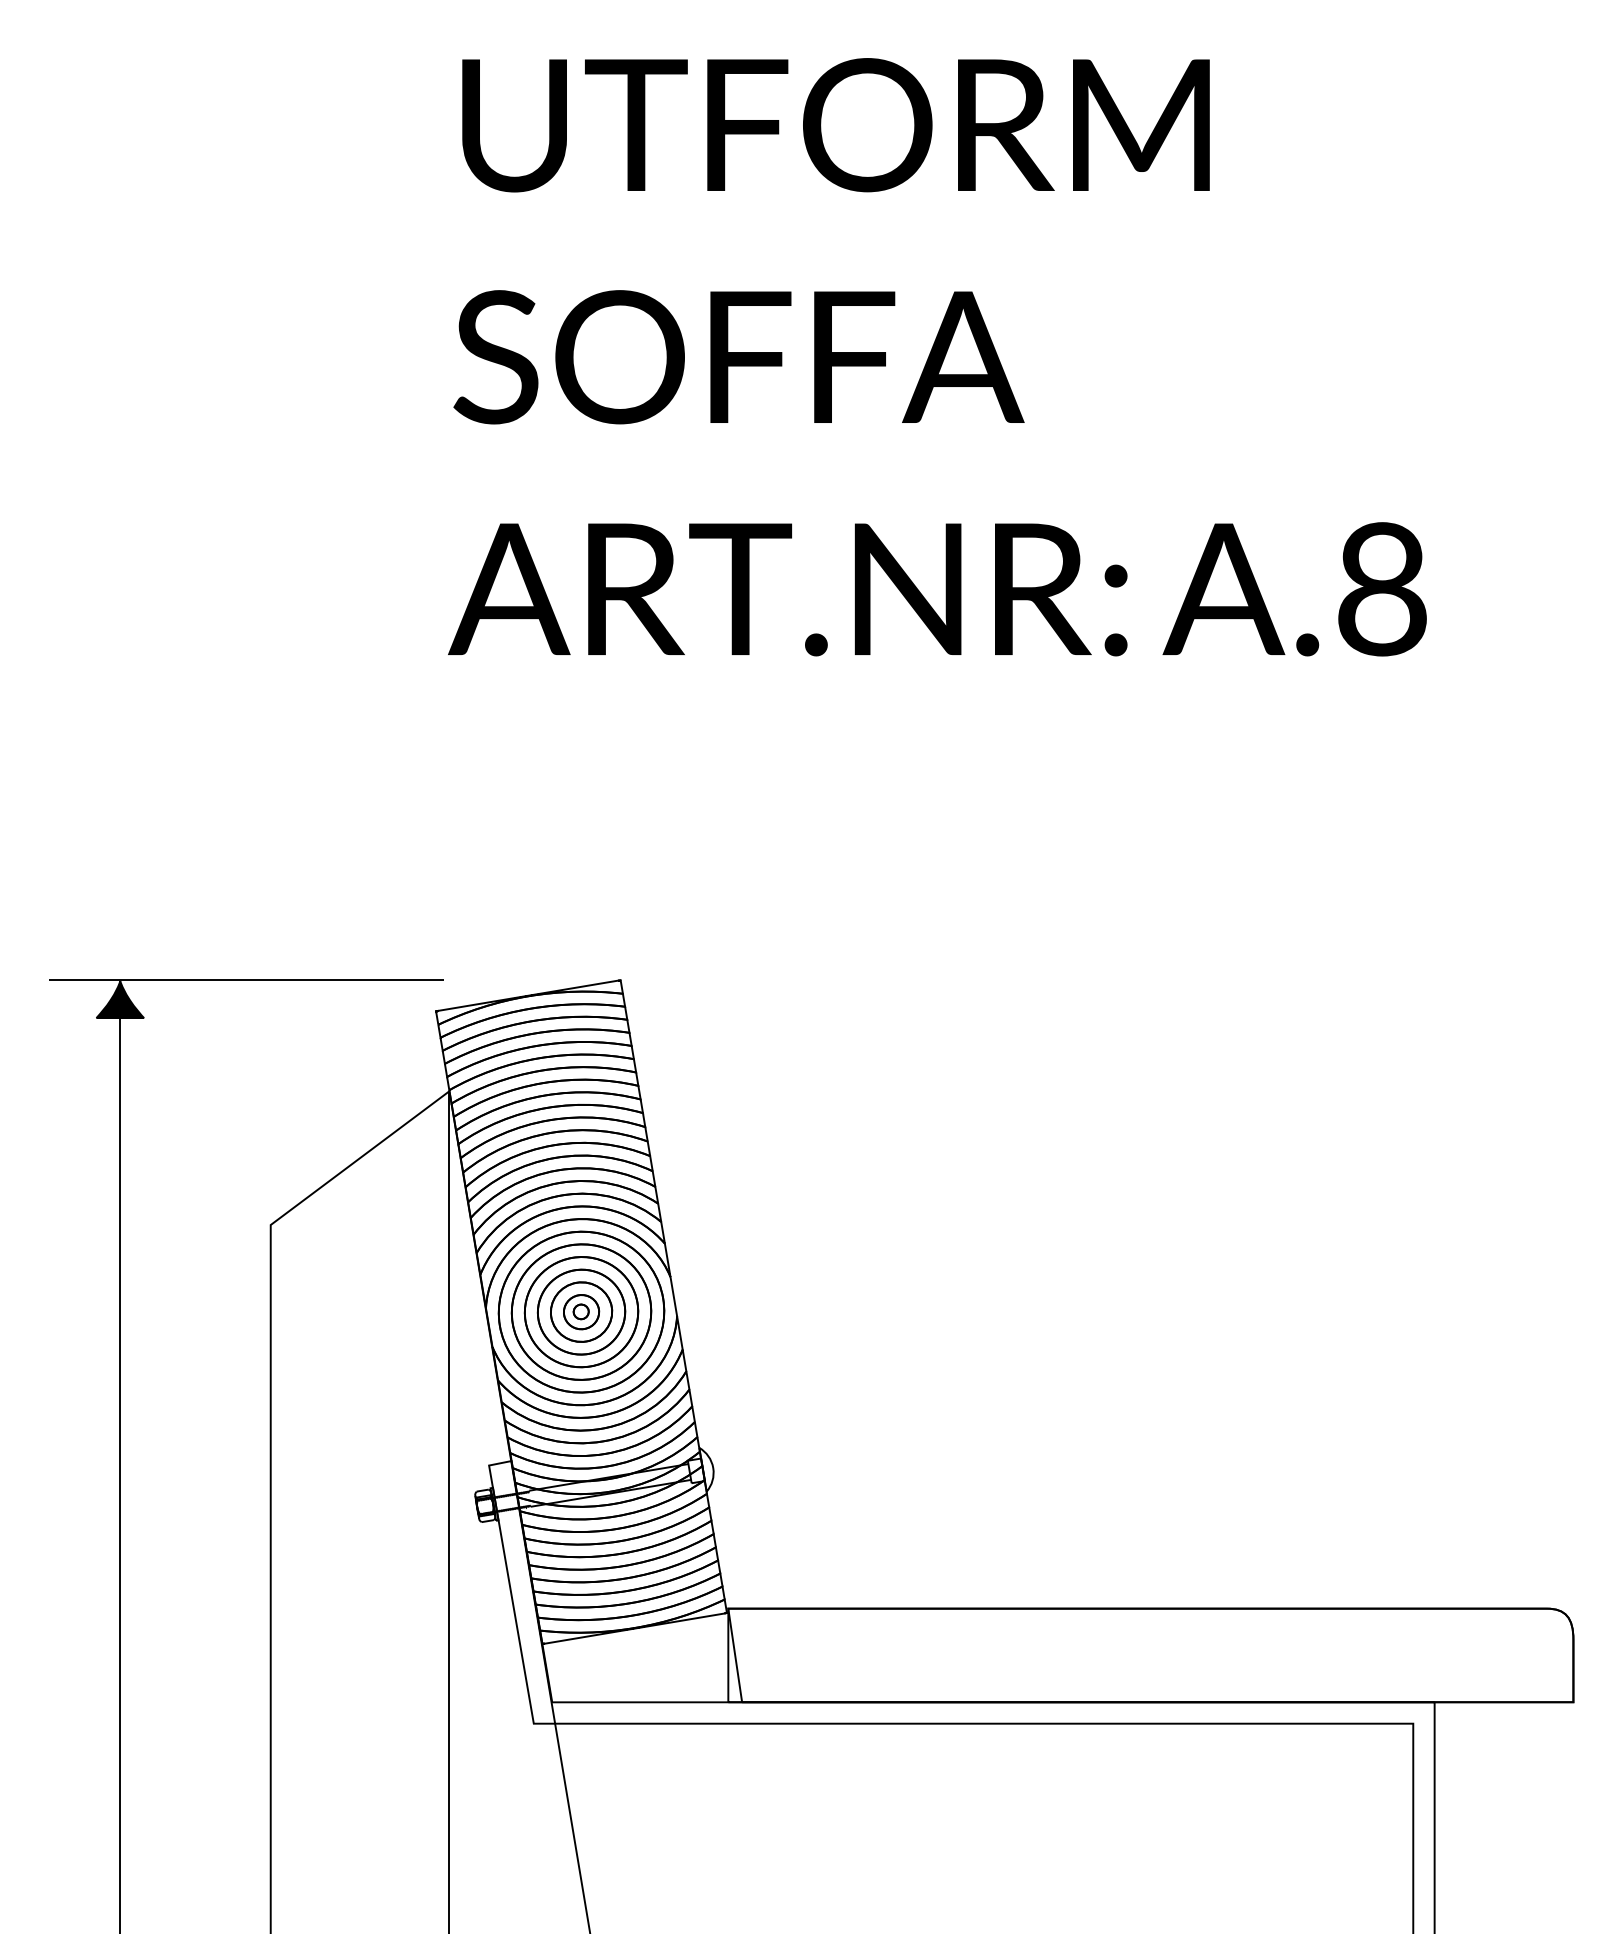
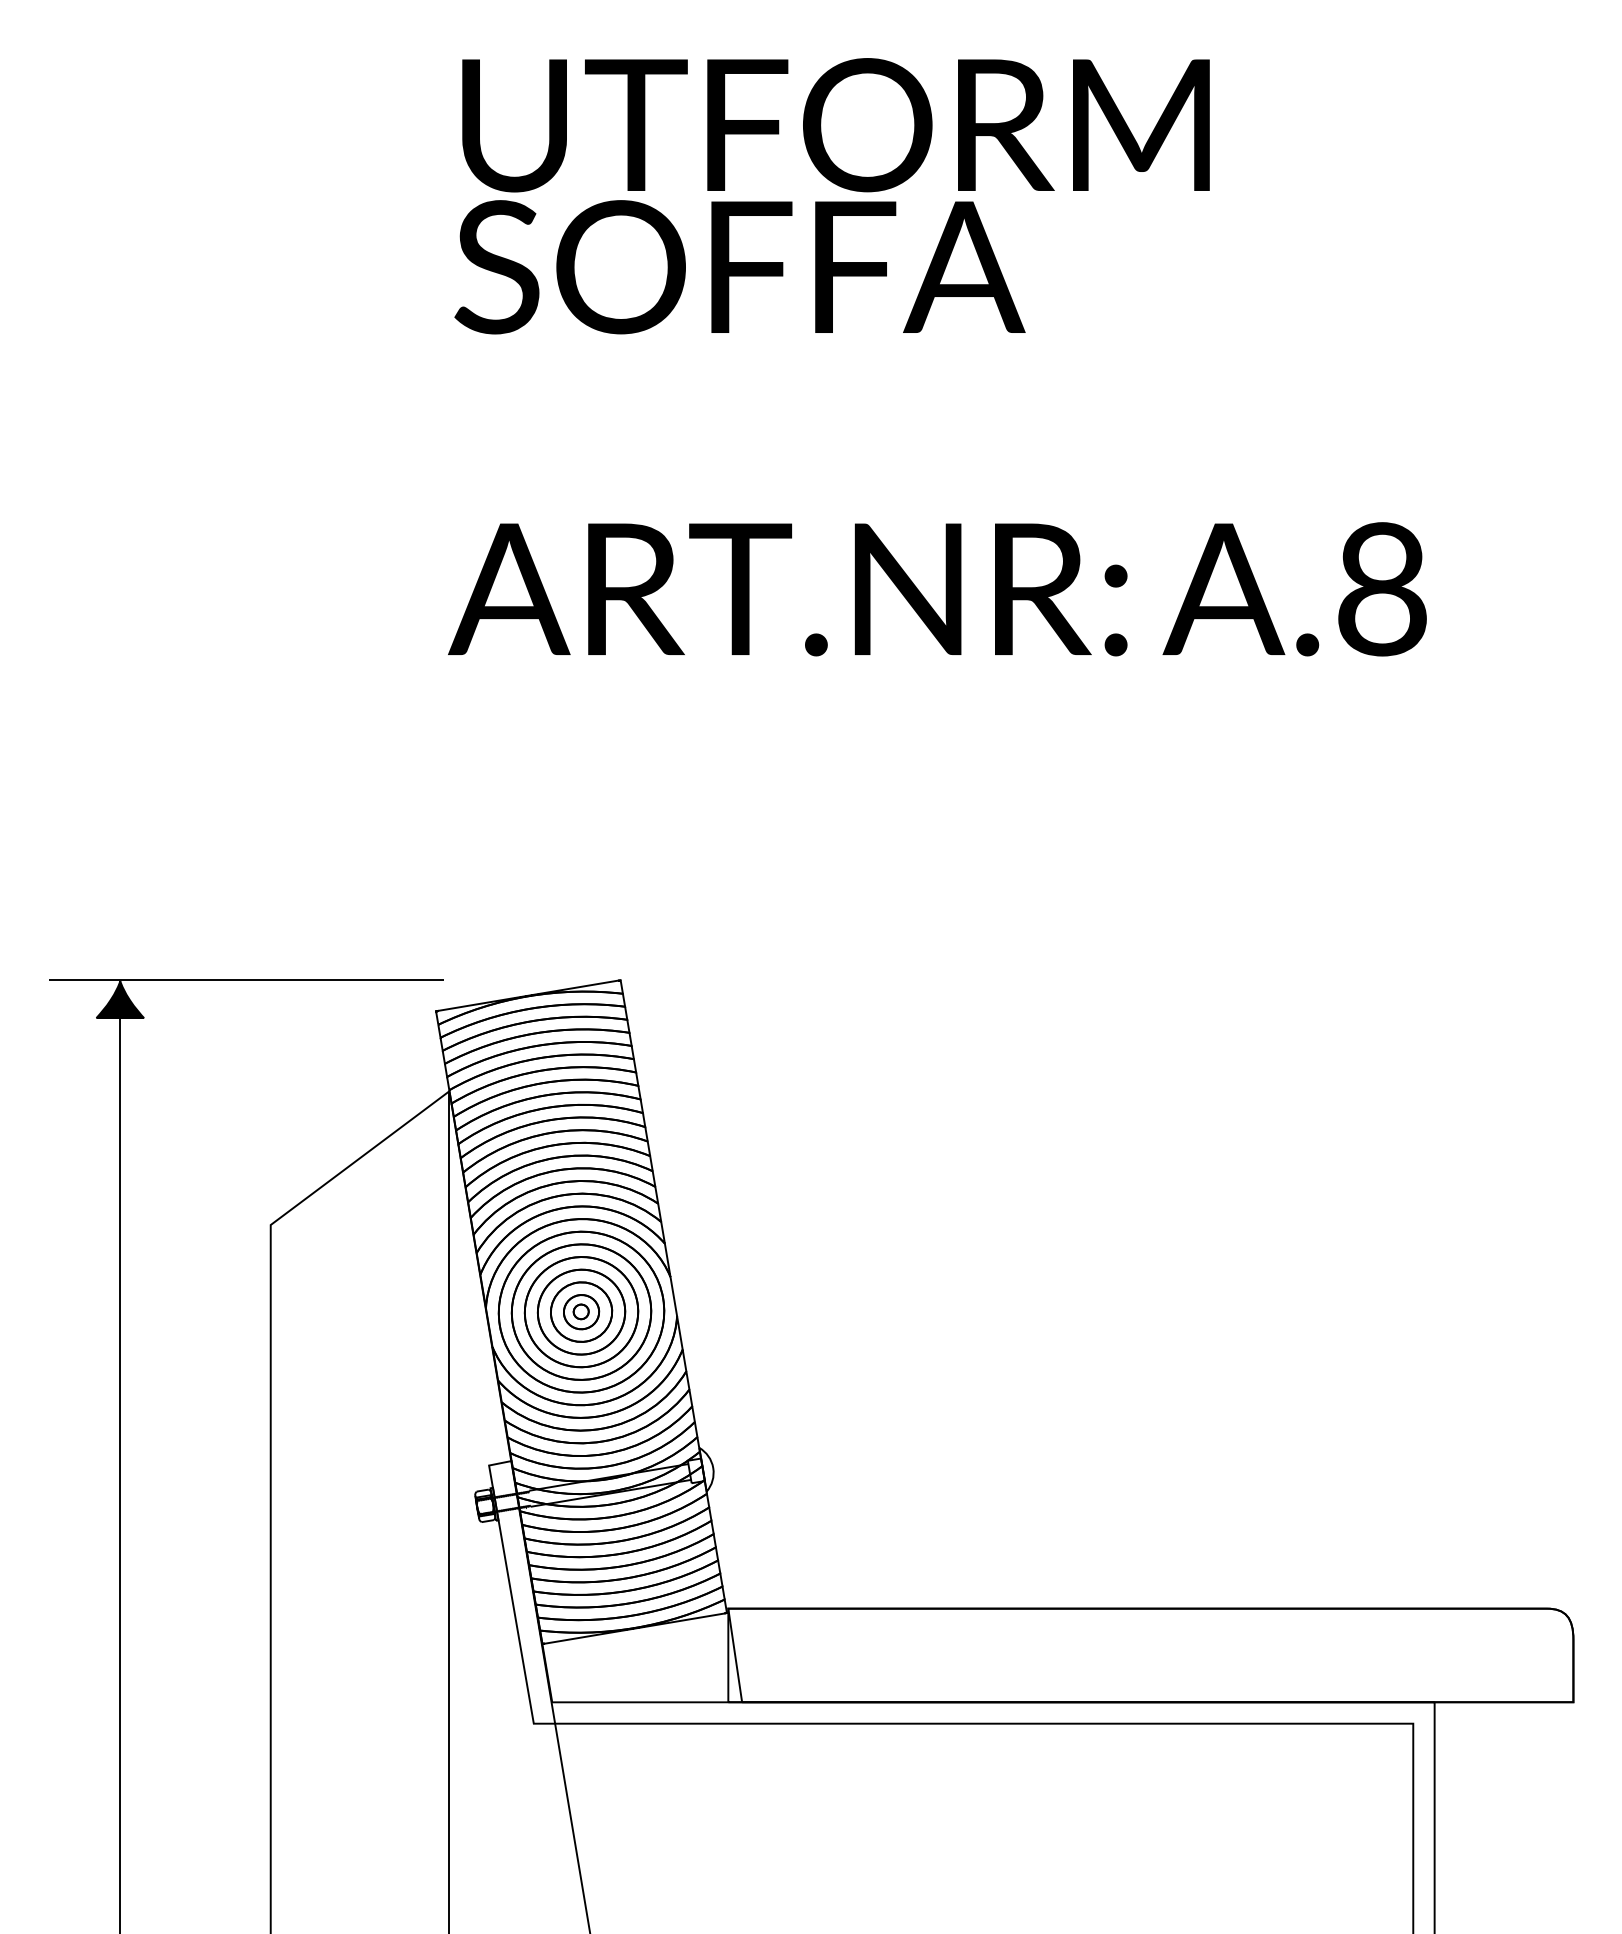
text at (738, 357) position: (738, 357) -> (739, 267)
